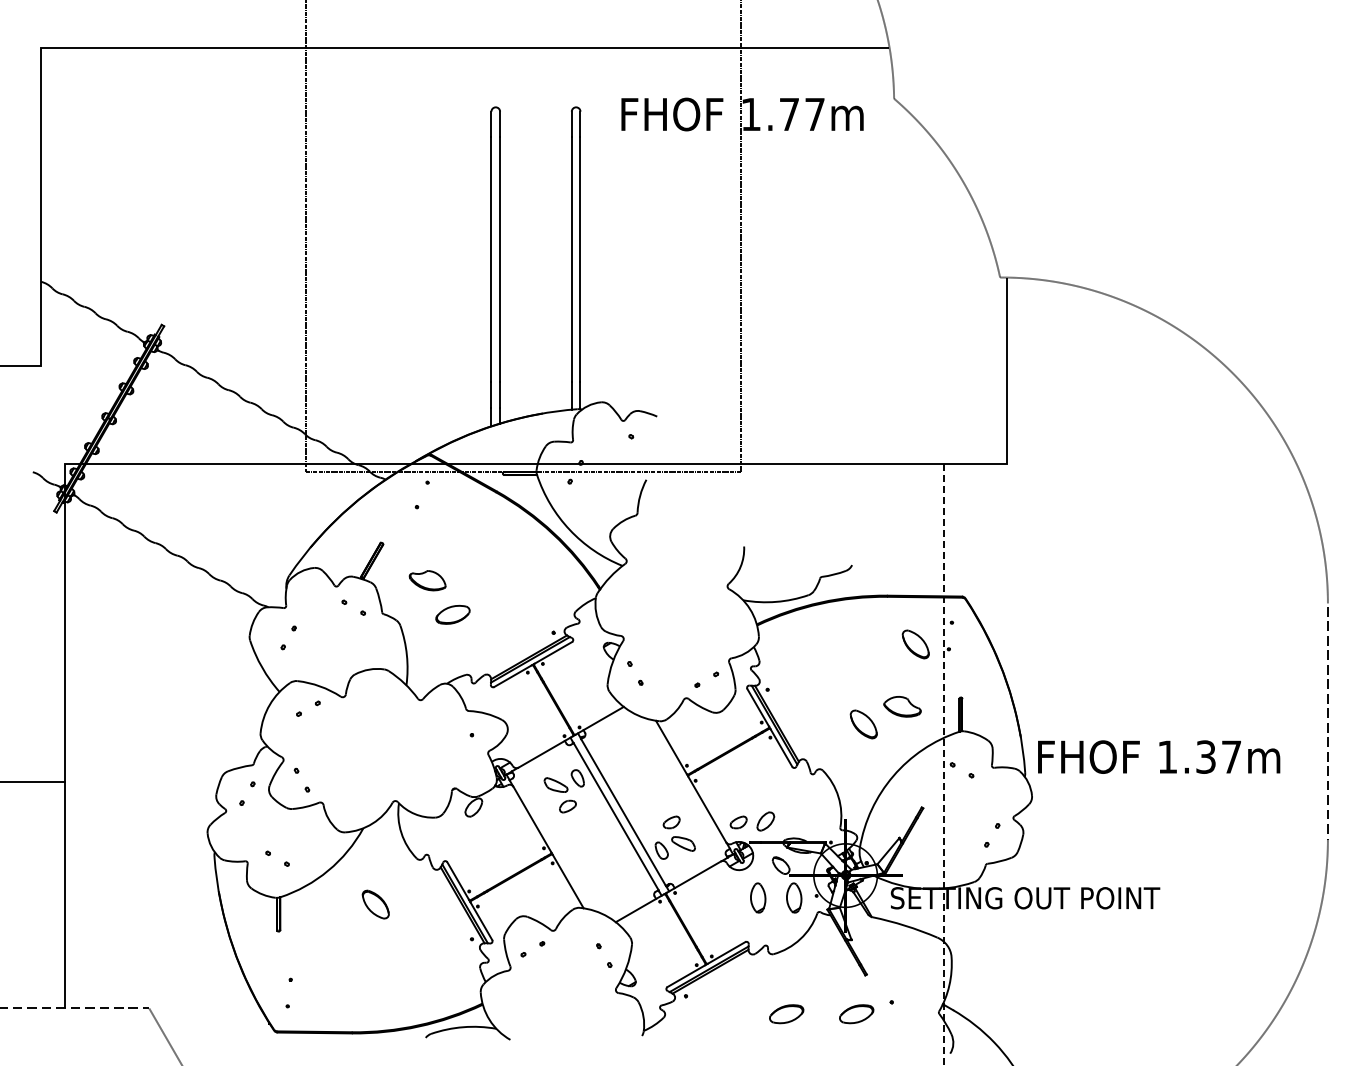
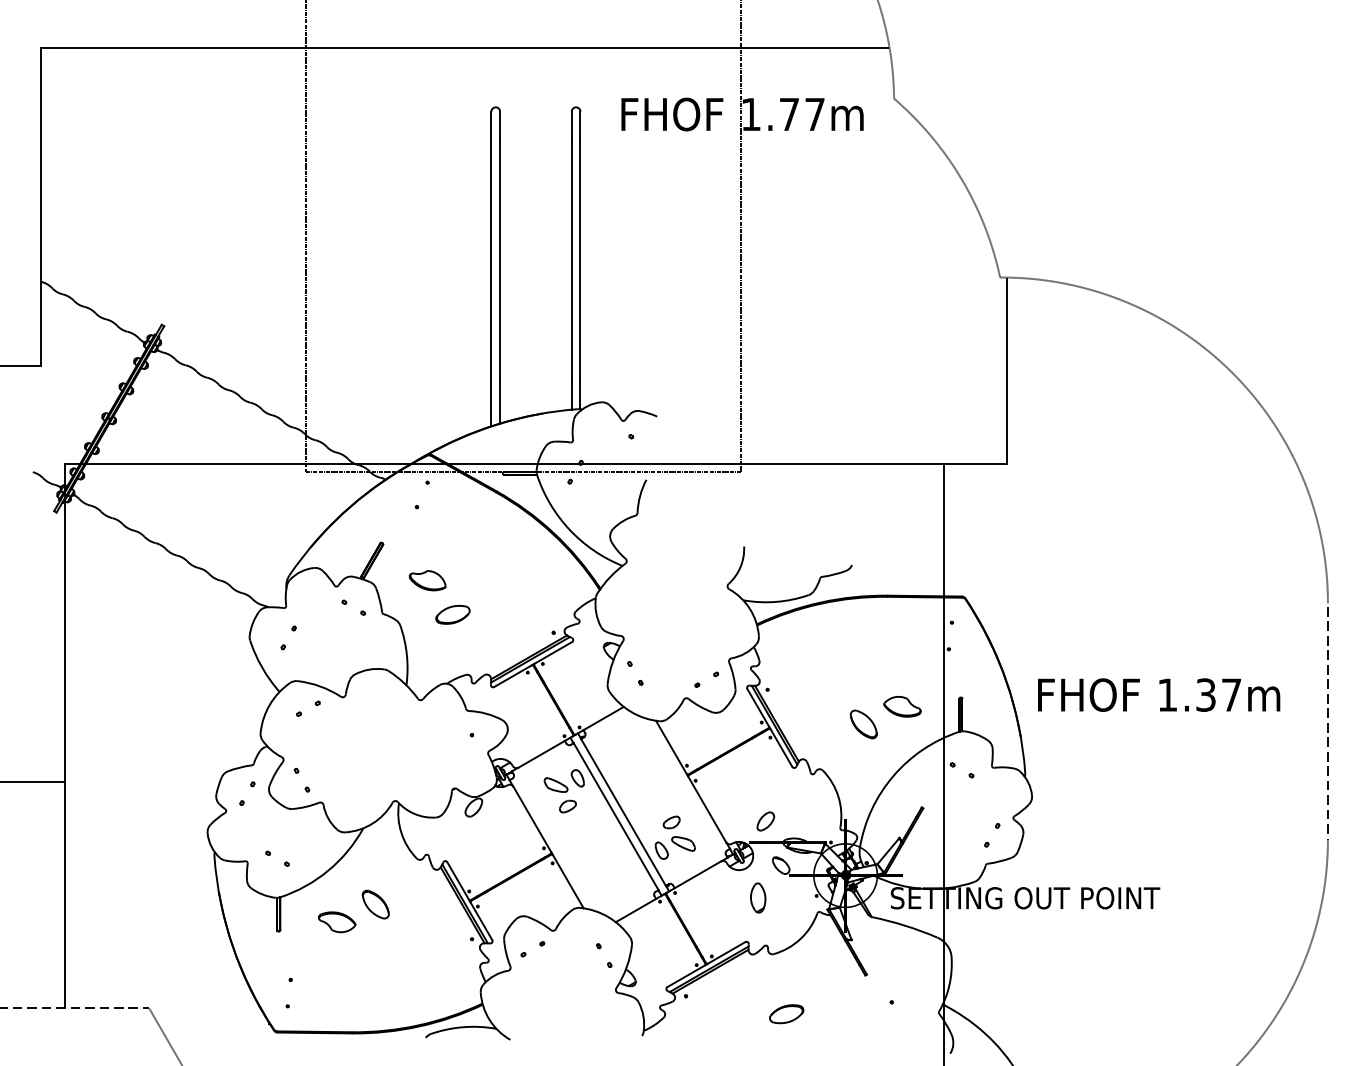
part at (915, 644): present -> none
text at (1159, 756) position: (1159, 756) -> (1159, 694)
line at (943, 765): dashed -> solid
part at (738, 822): present -> none
part at (794, 897): present -> none
part at (337, 922): none -> present
part at (856, 1014): present -> none
